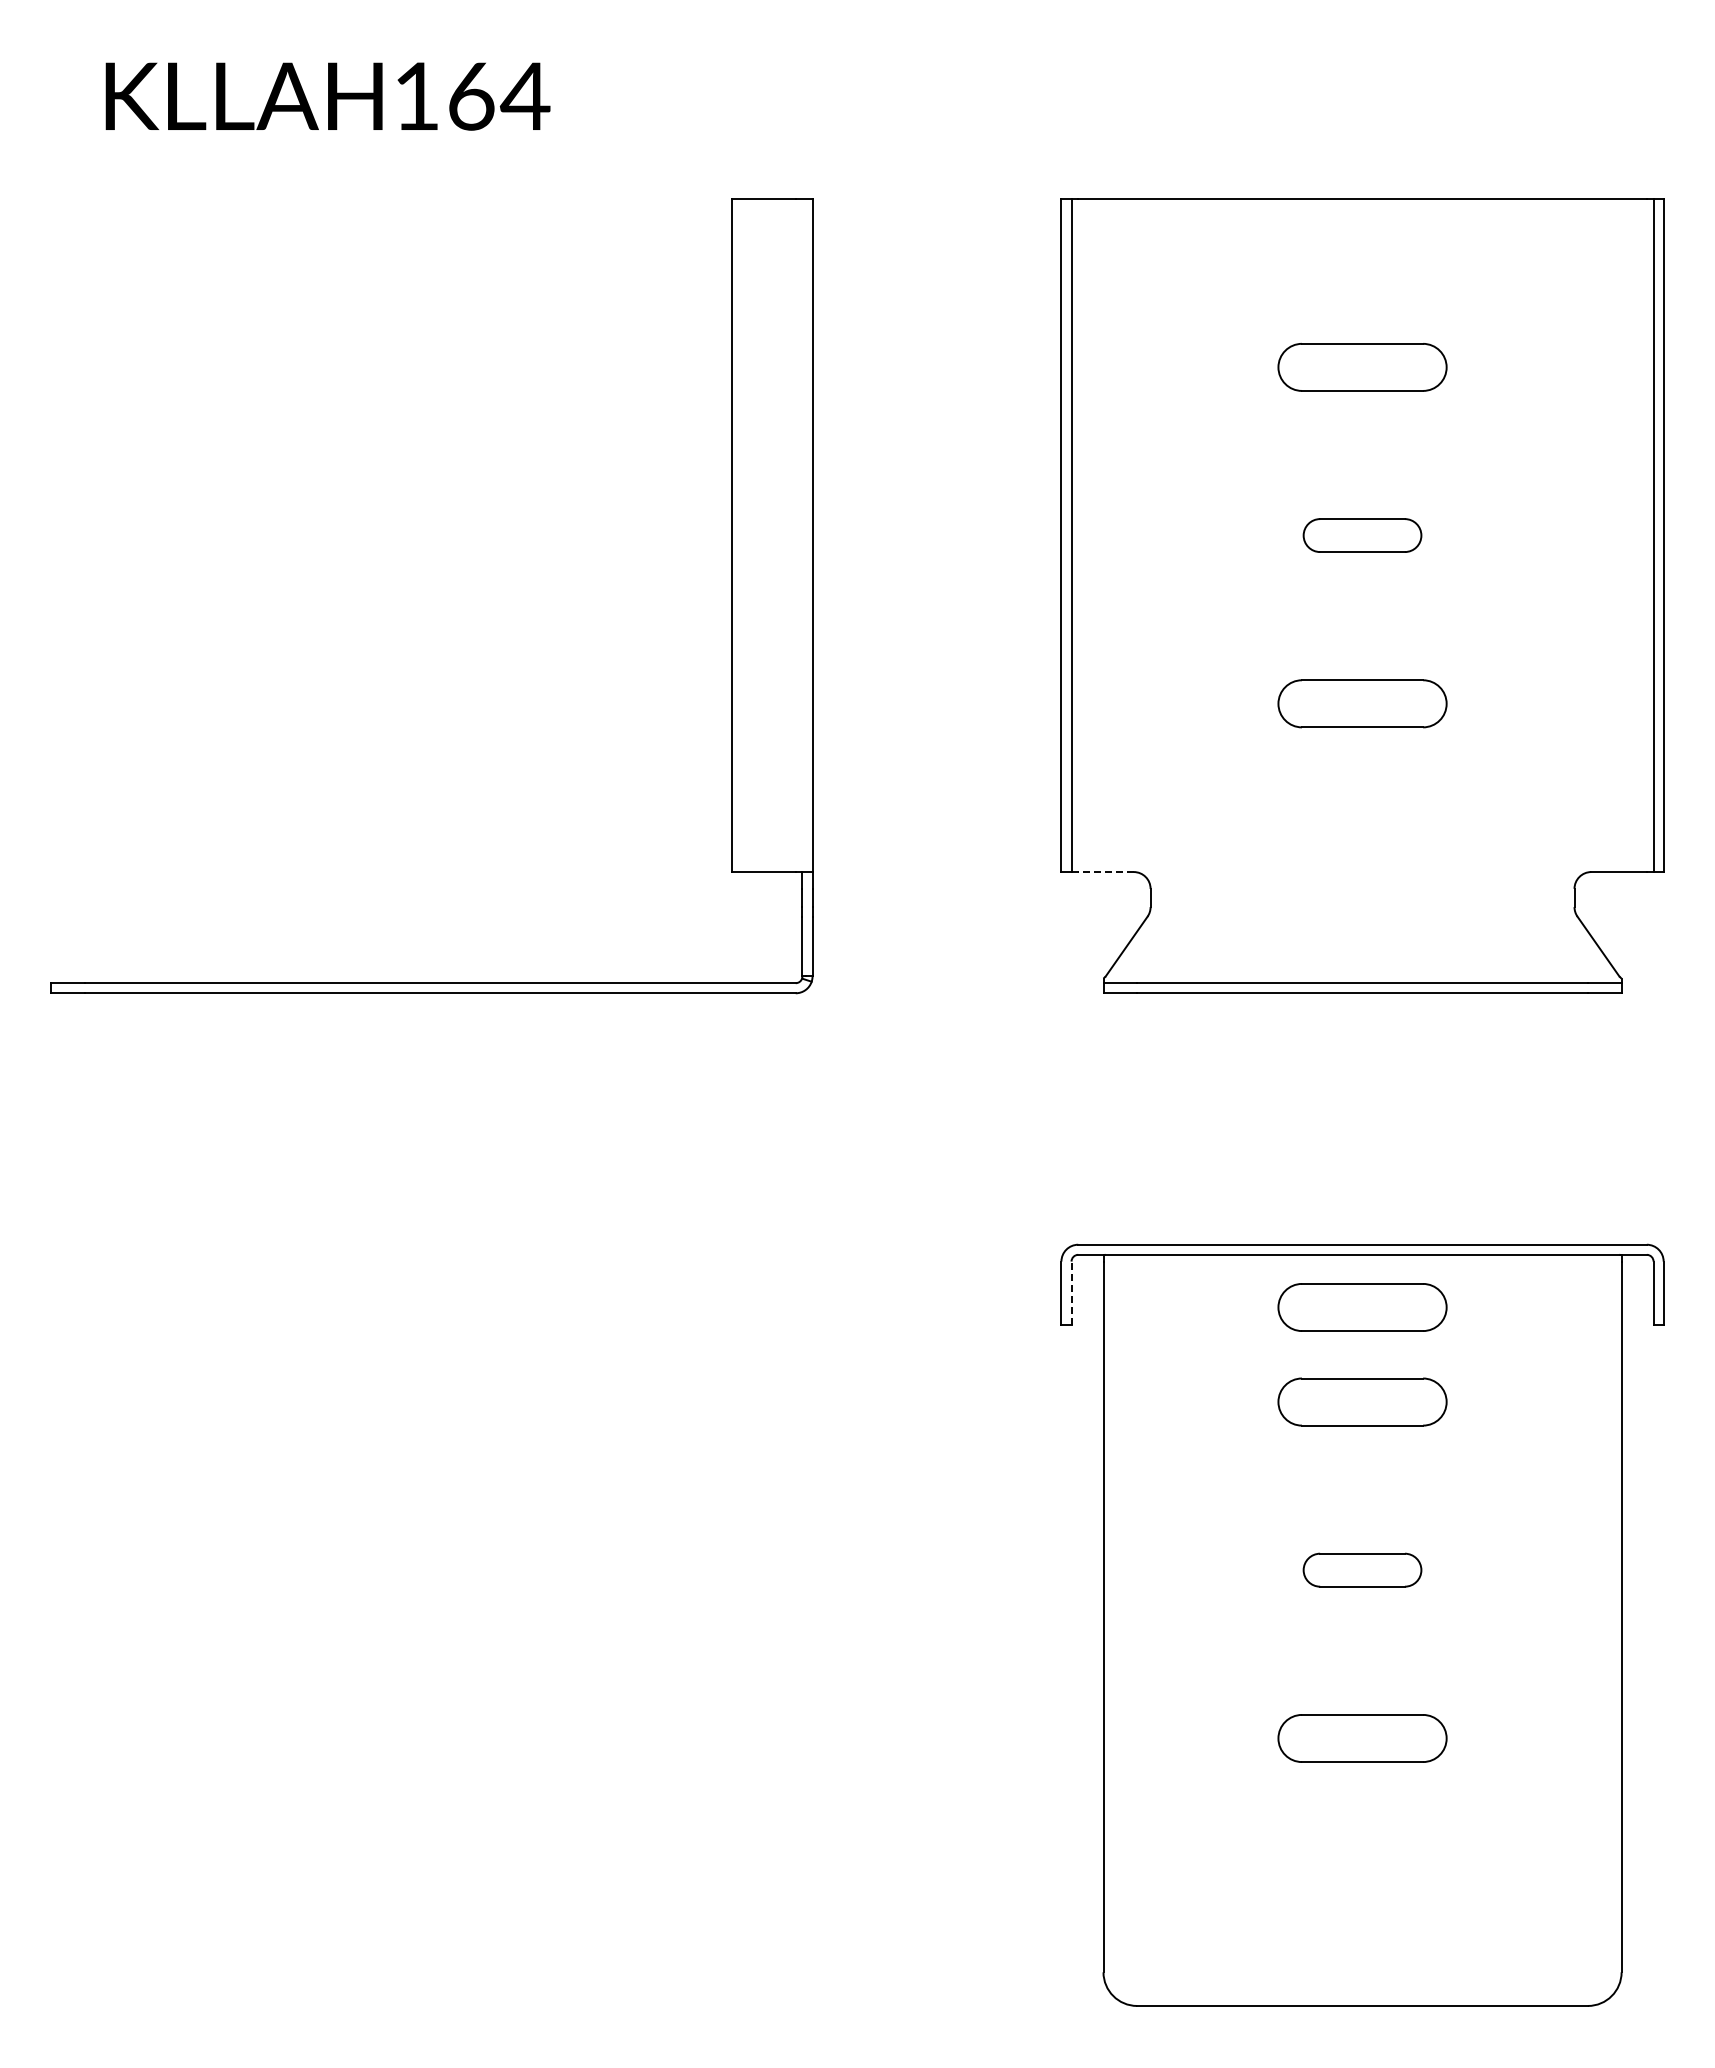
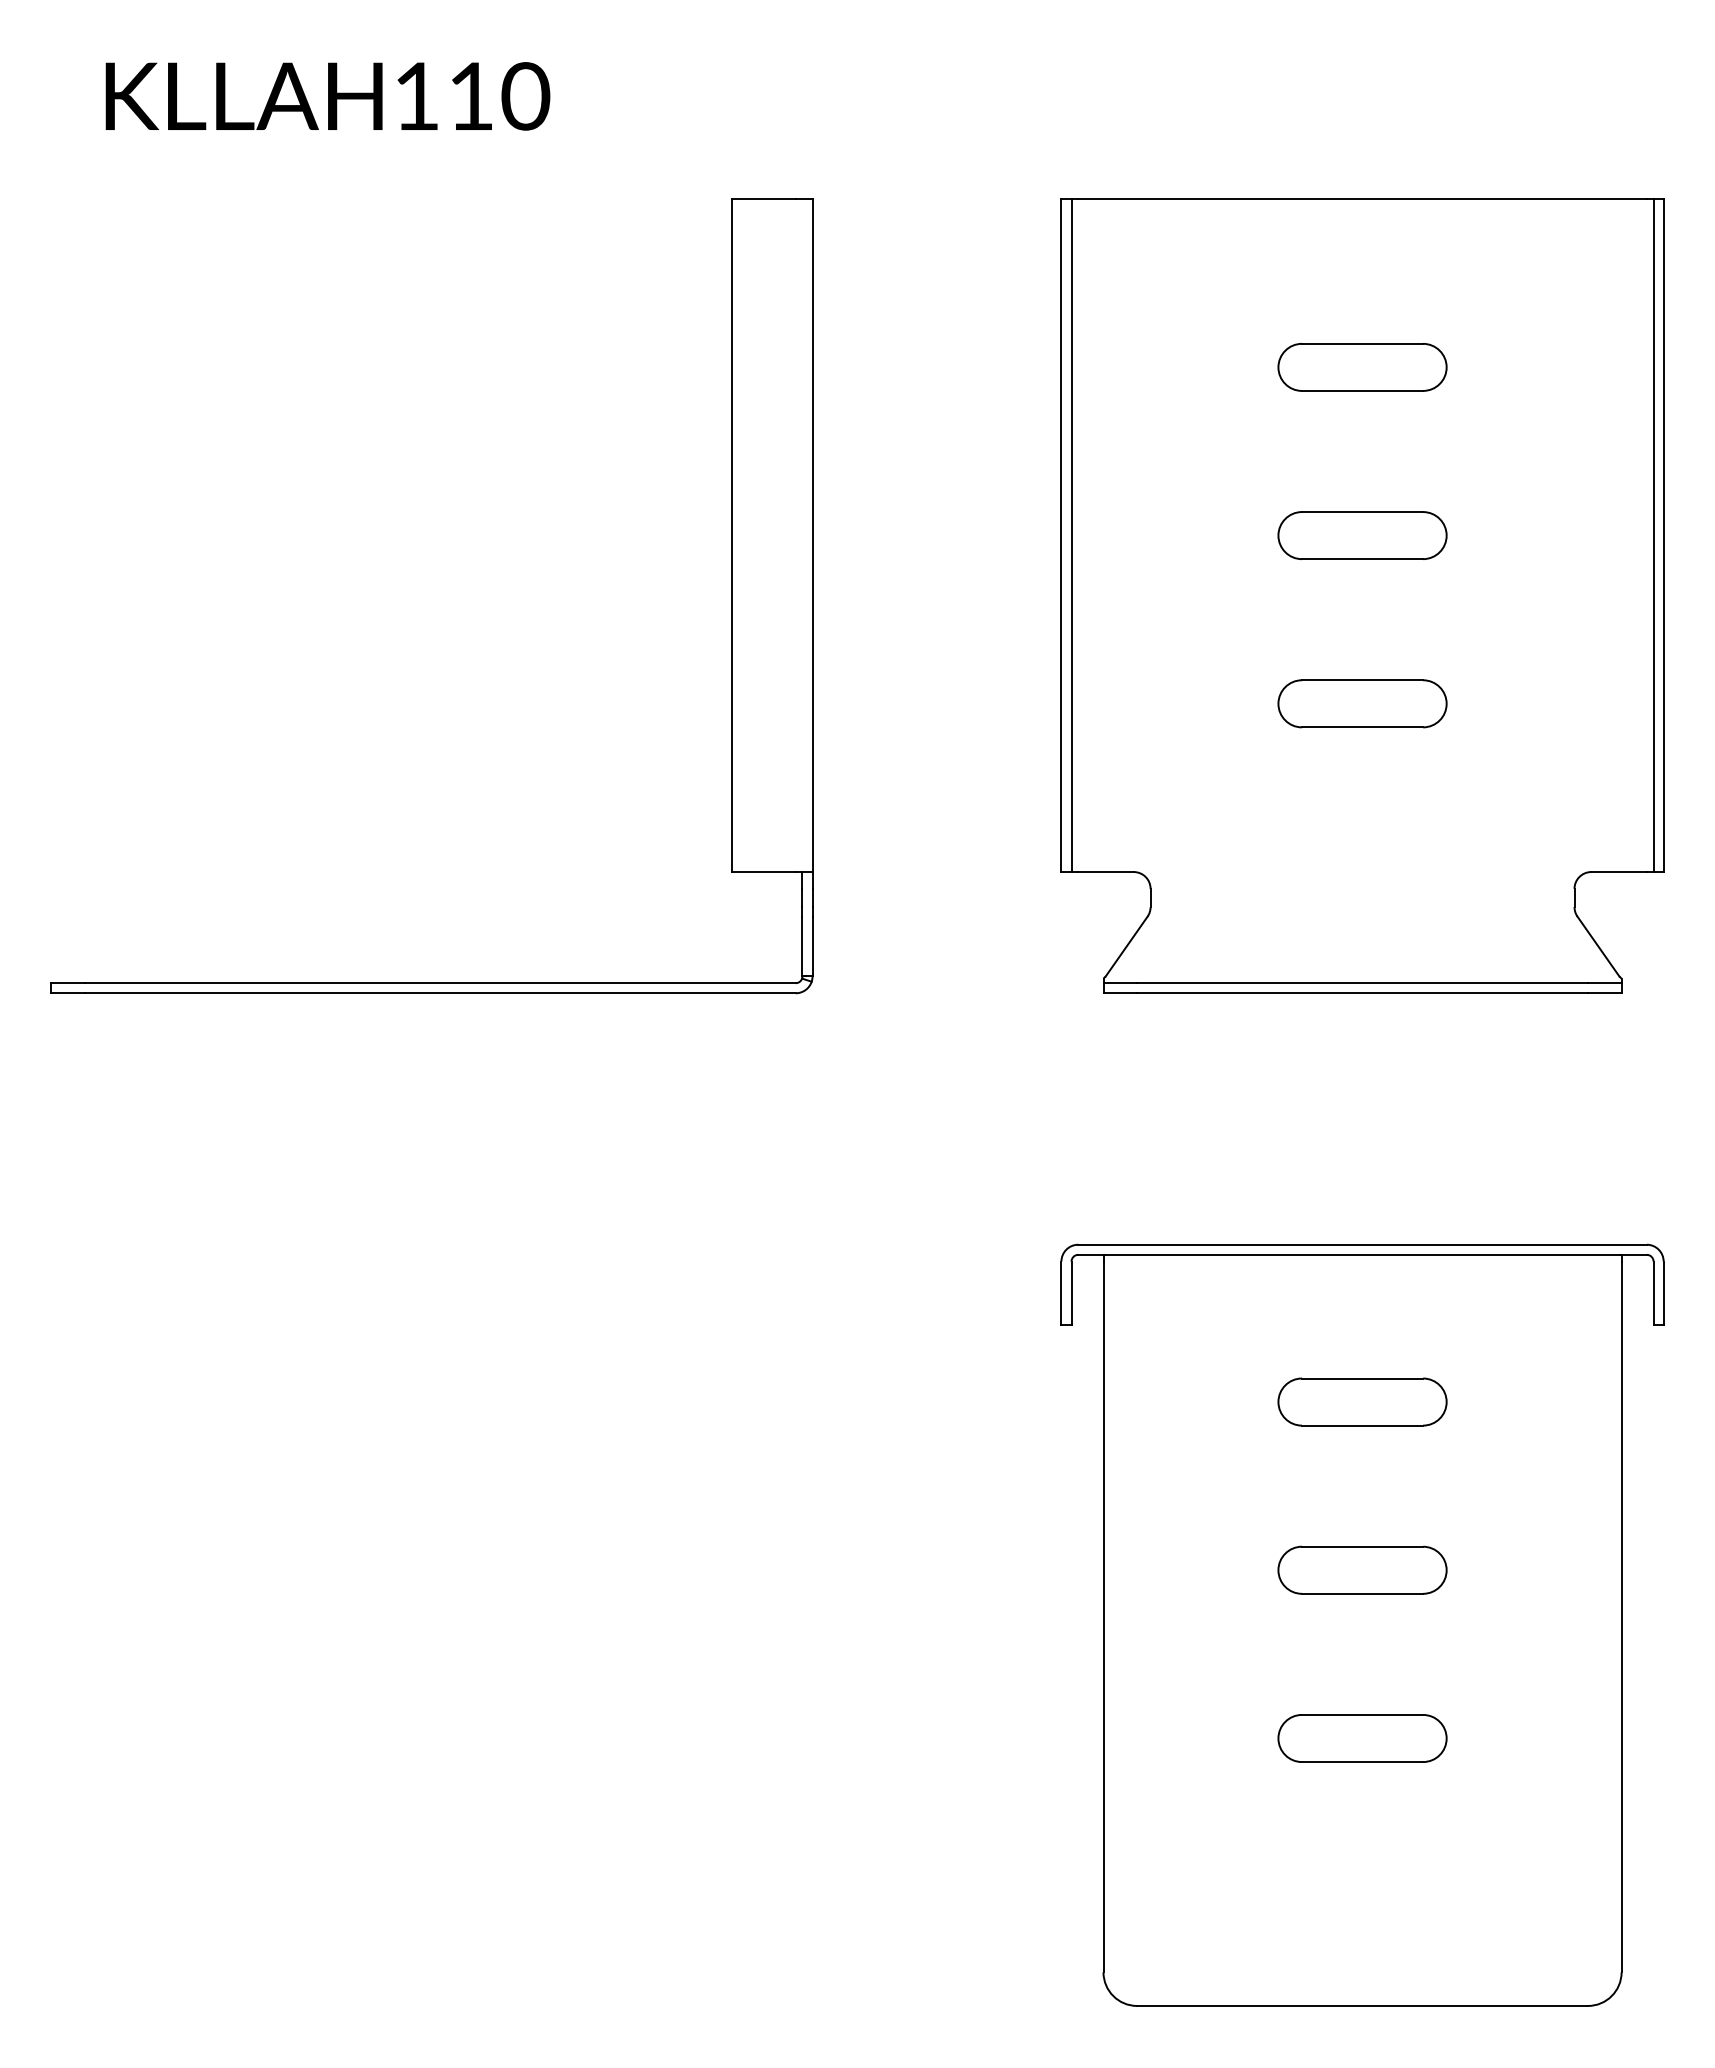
text at (499, 96): 164 -> 110
part at (1362, 535) size: 121x35 px -> 171x49 px
line at (1106, 872): dashed -> solid
line at (1071, 1293): dashed -> solid
part at (1362, 1307): present -> none
part at (1362, 1569) size: 121x36 px -> 171x50 px
